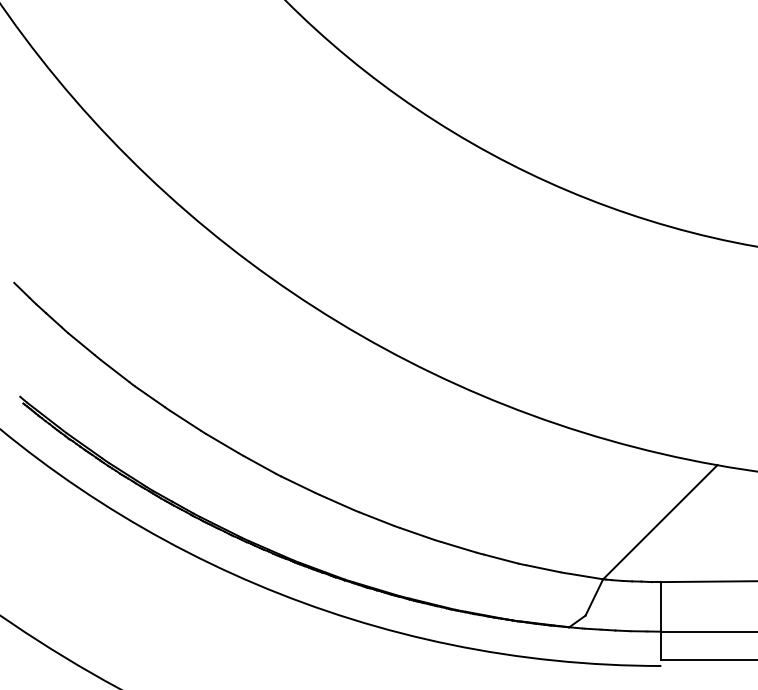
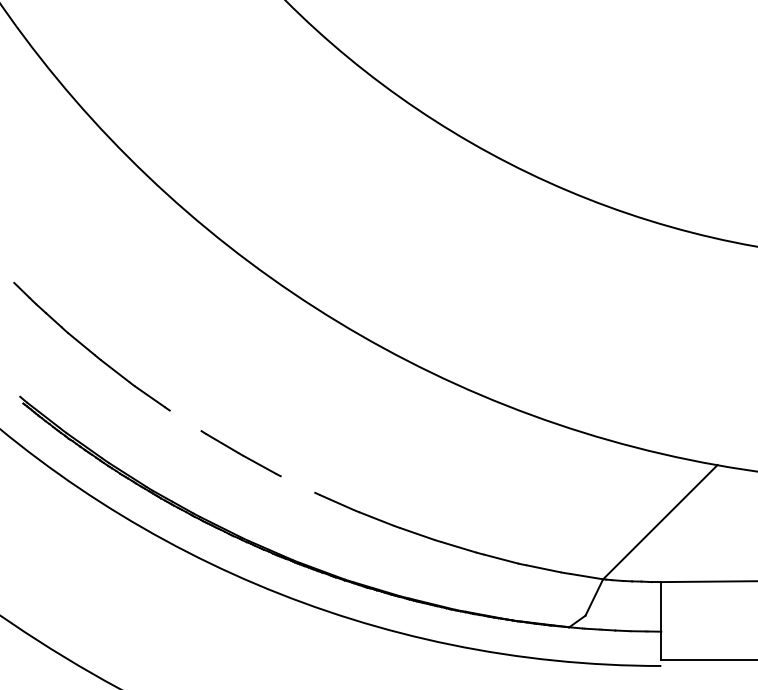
line at (185, 420): present -> none
line at (297, 484): present -> none
line at (707, 631): present -> none
